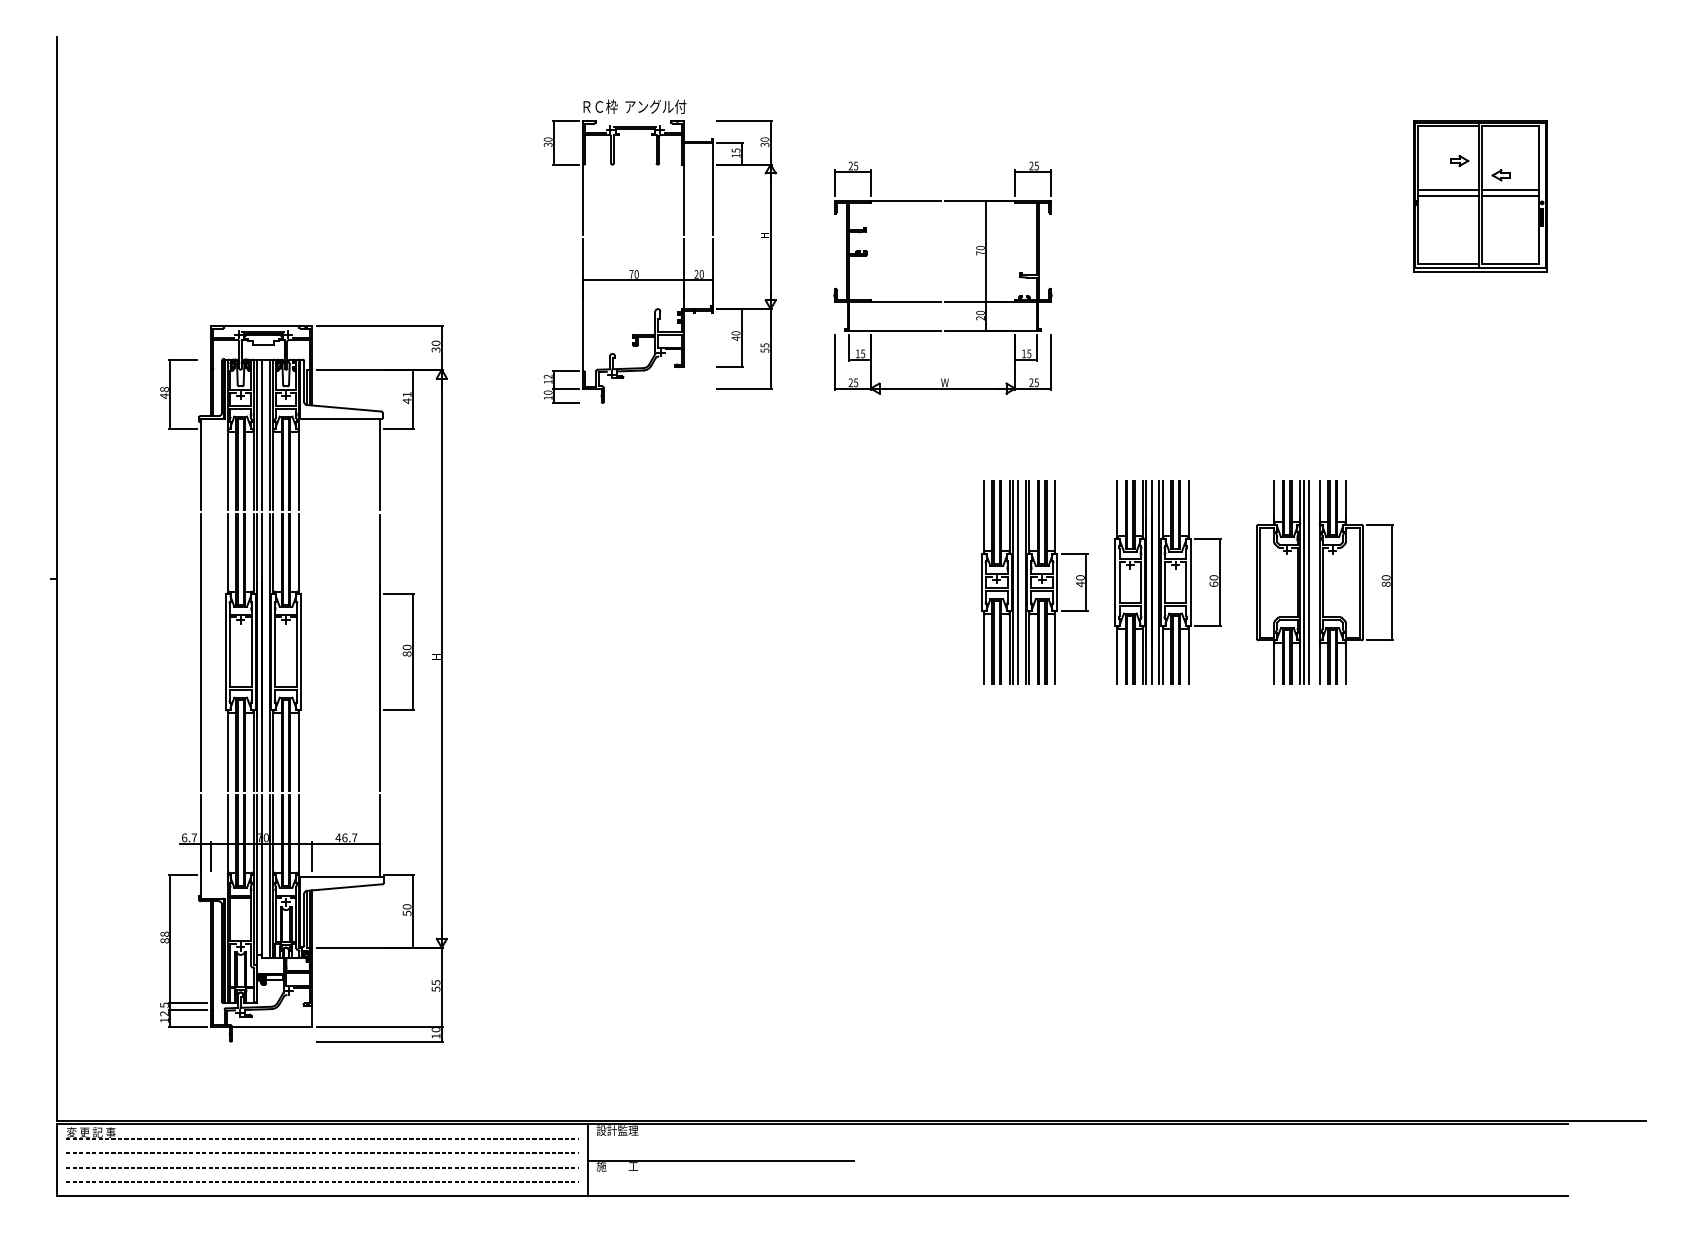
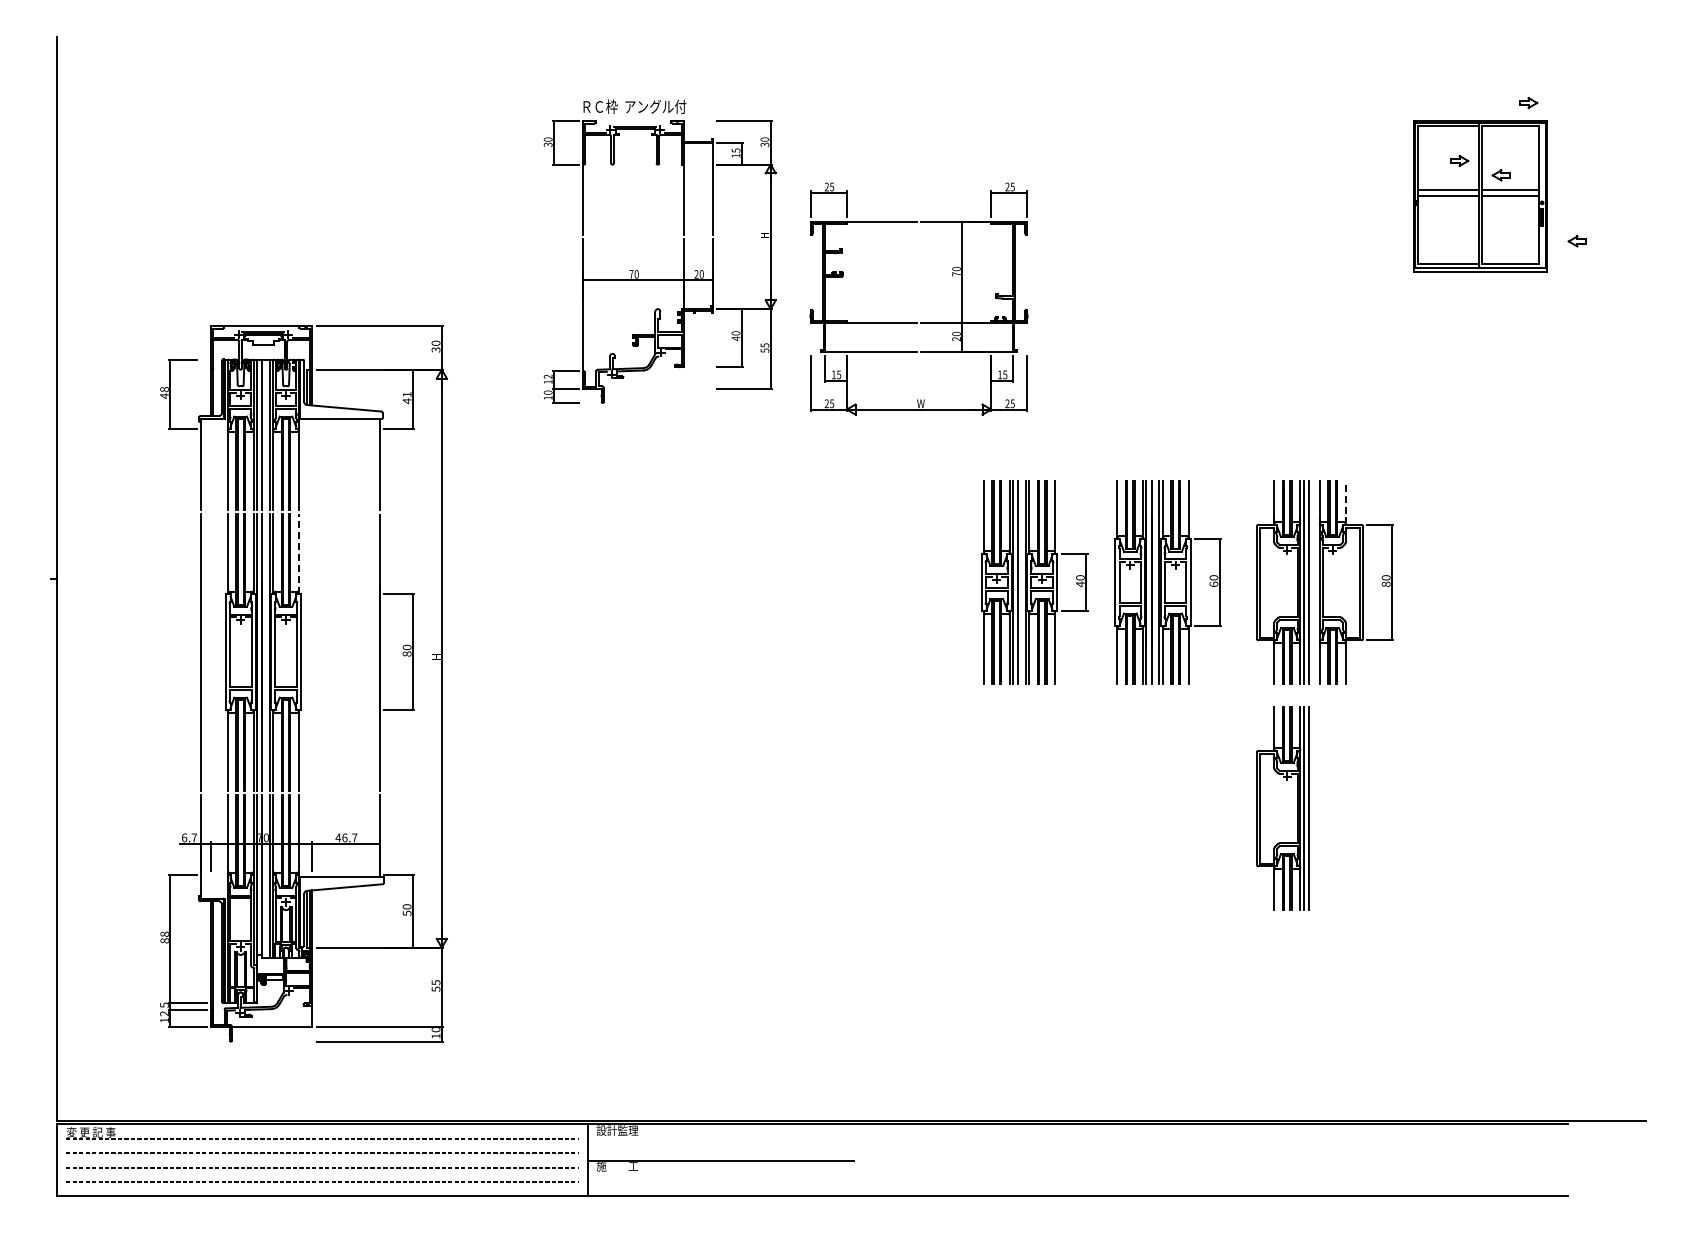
part at (1528, 103): none -> present
part at (1576, 241): none -> present
part at (941, 301) position: (941, 301) -> (917, 322)
line at (1345, 503): solid -> dashed
line at (299, 553): solid -> dashed
part at (1282, 808): none -> present
